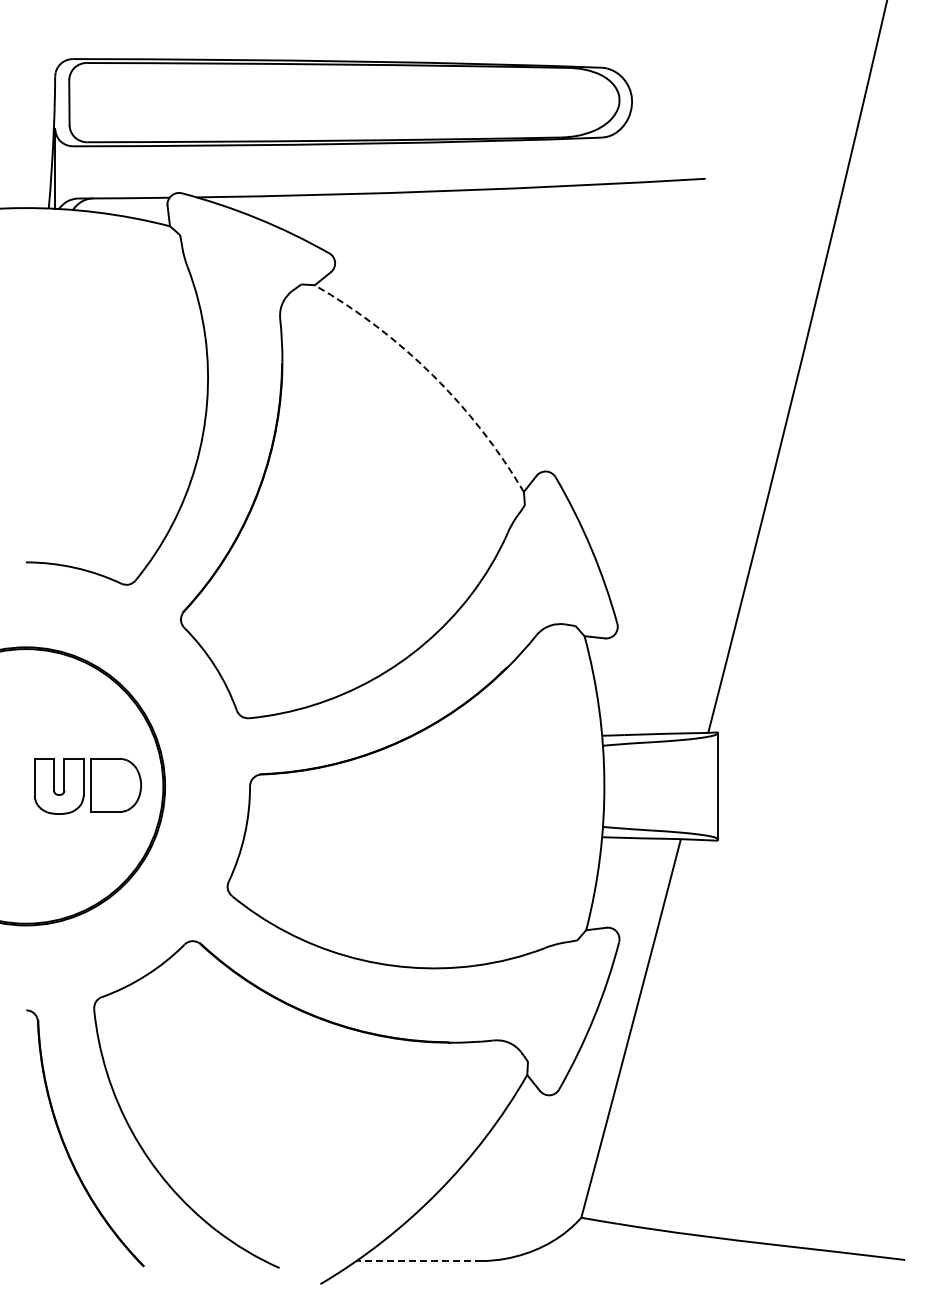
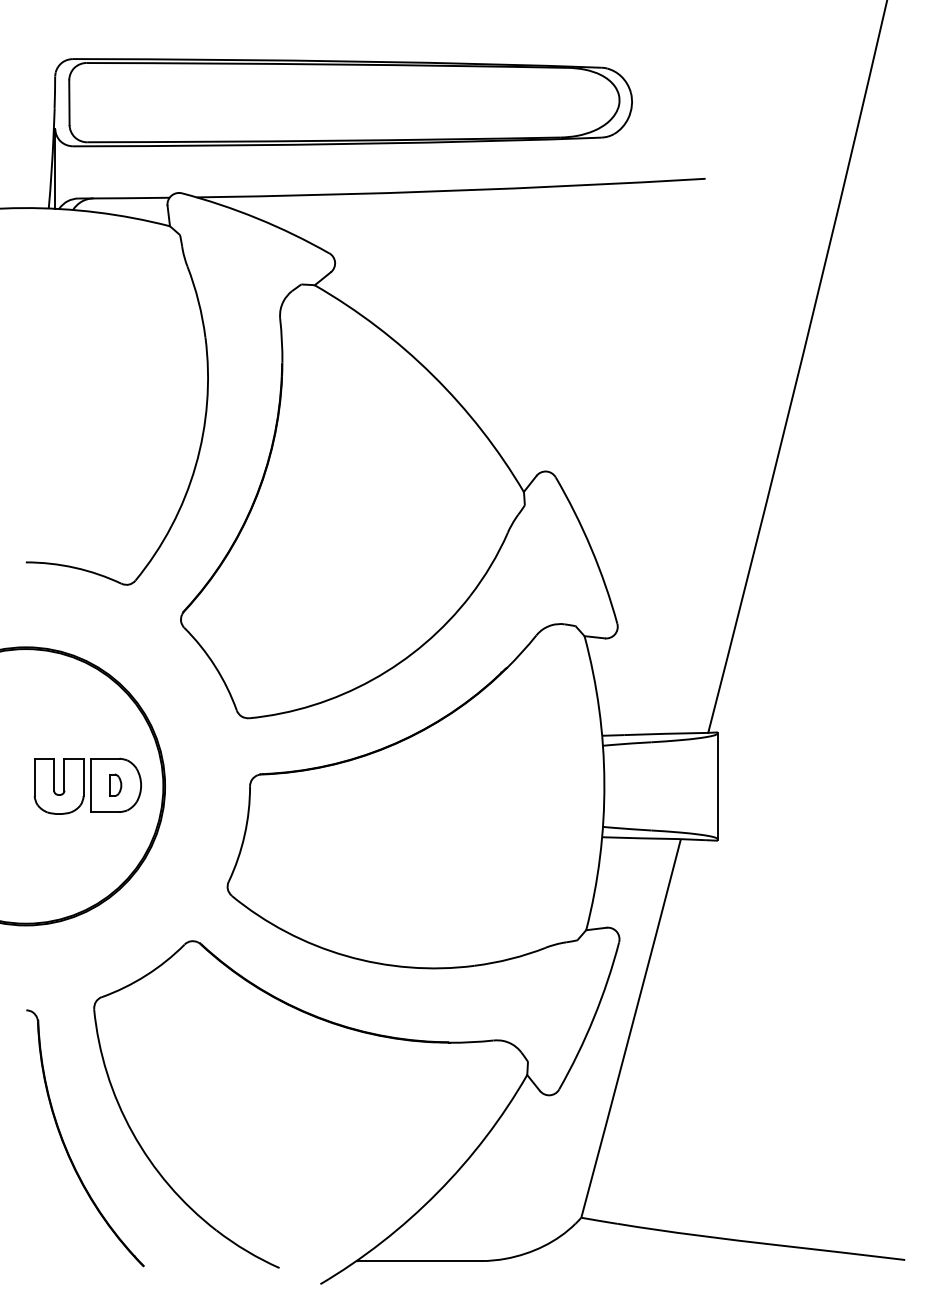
arc at (432, 375): dashed -> solid
part at (115, 784): none -> present
line at (419, 1261): dashed -> solid
